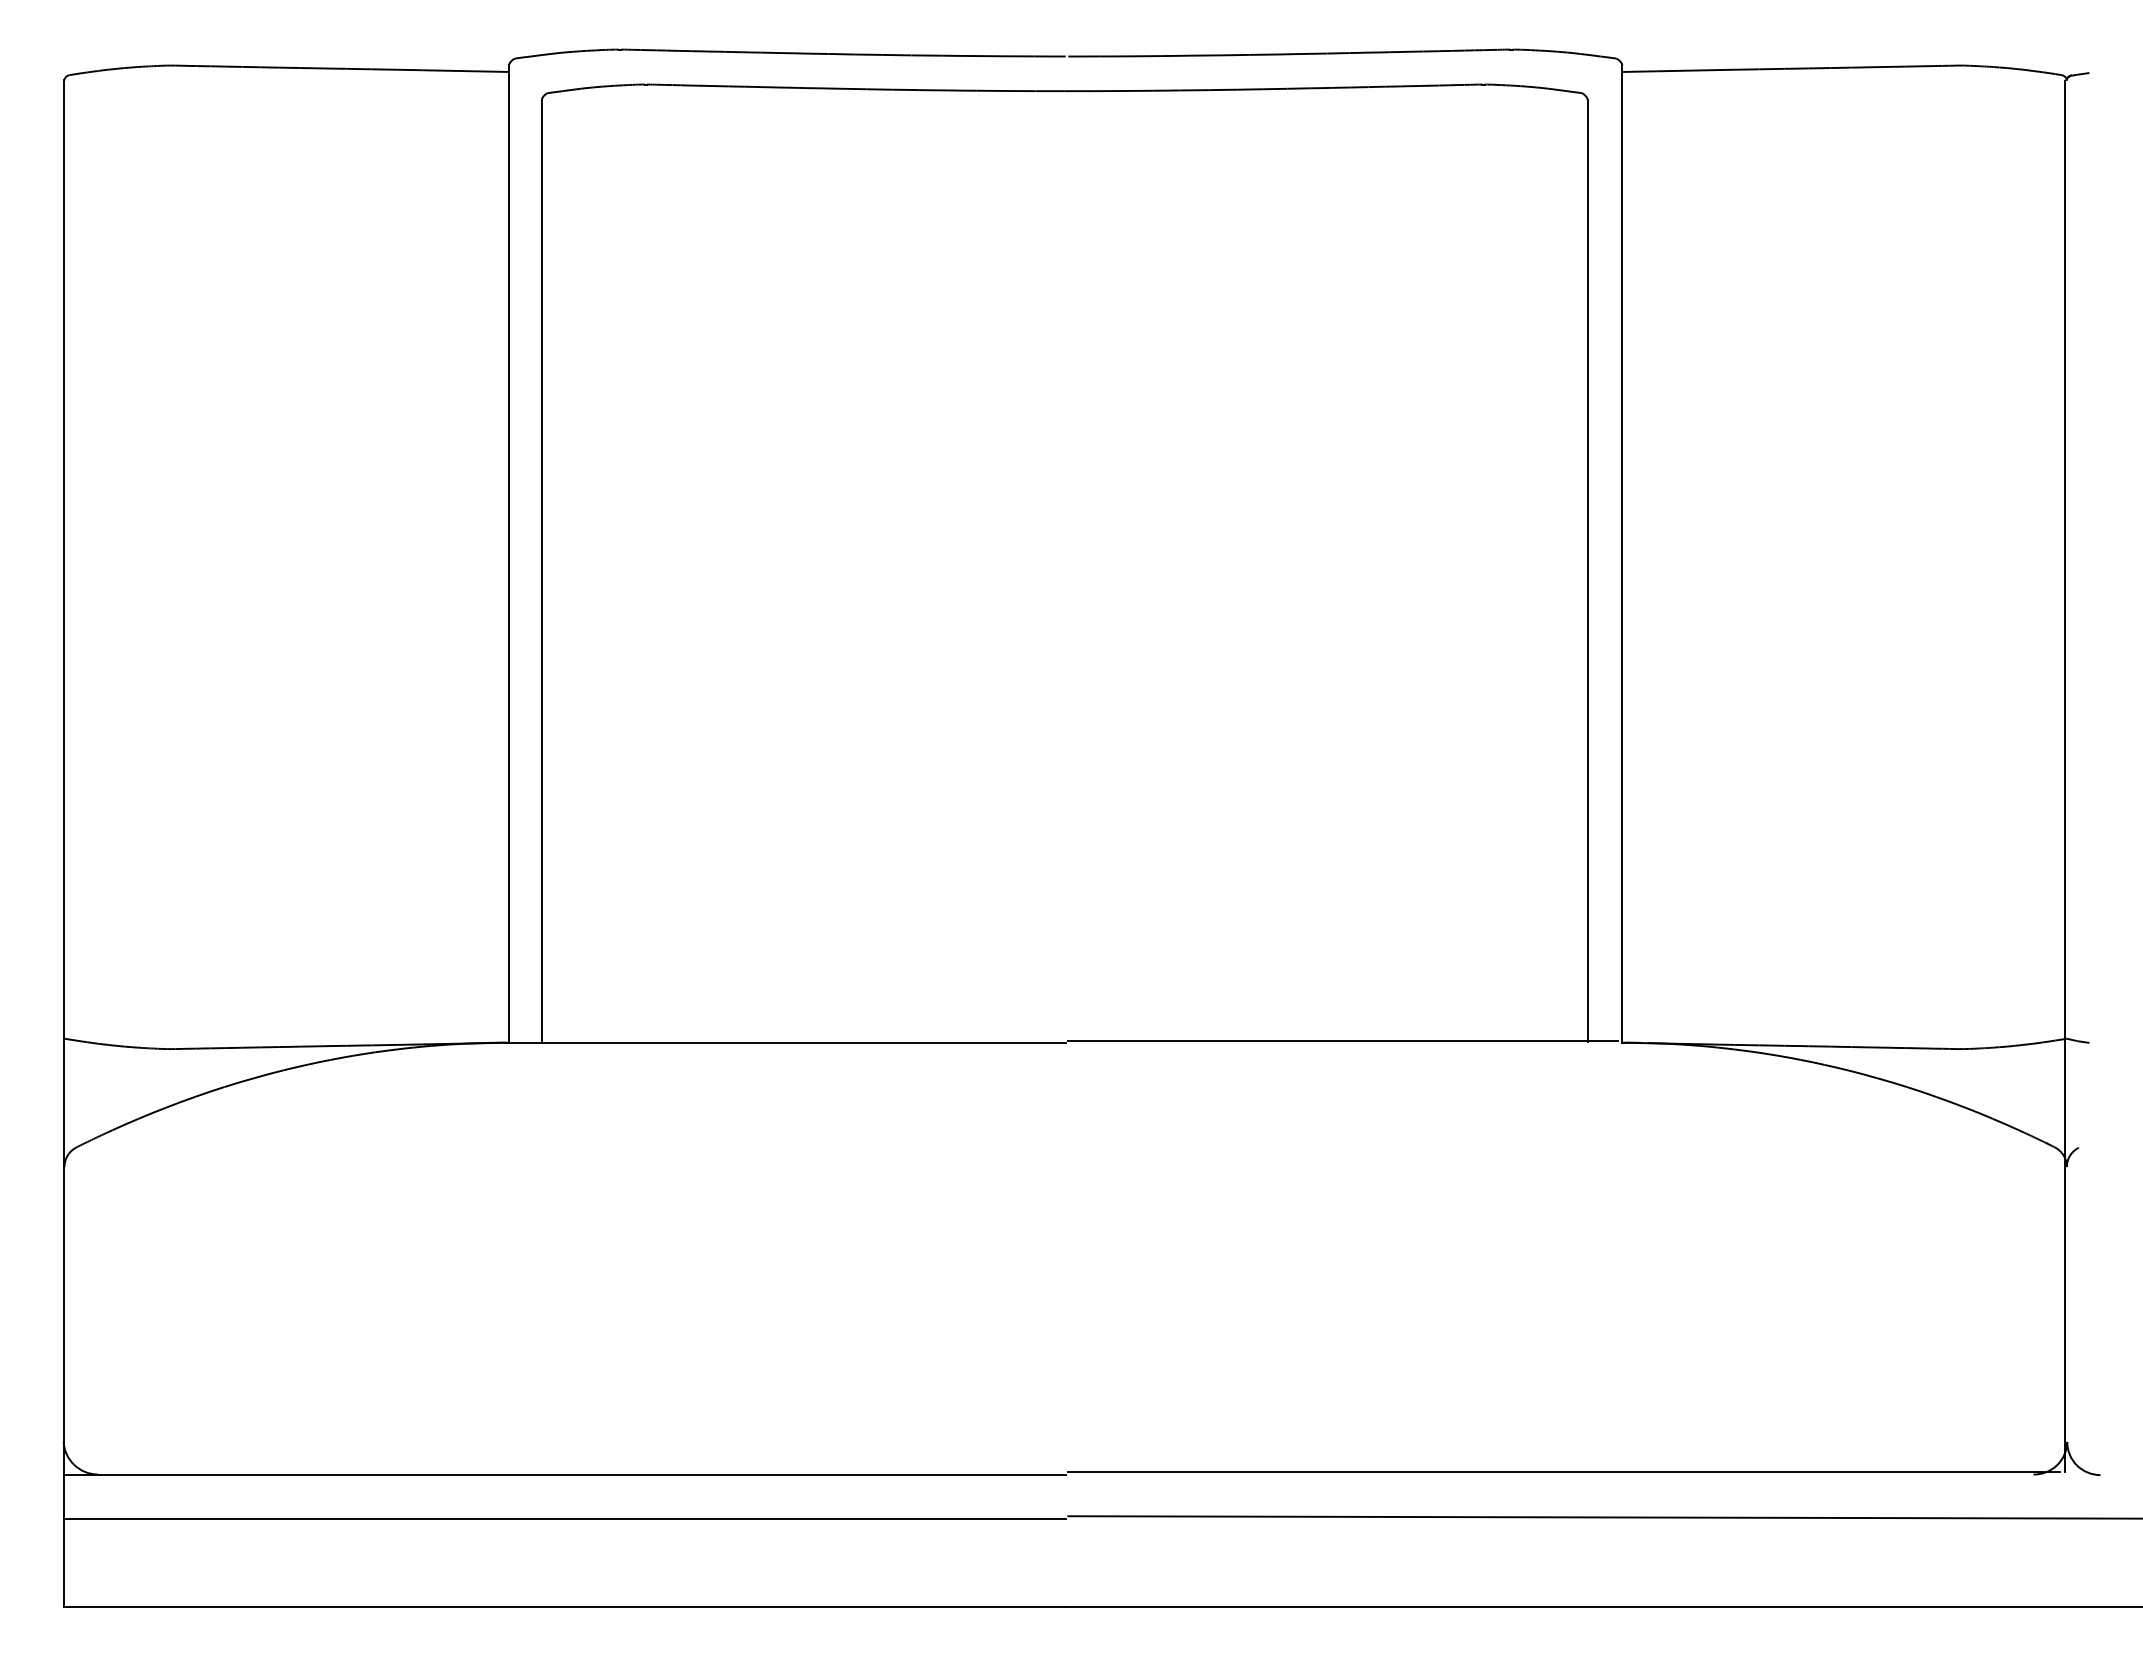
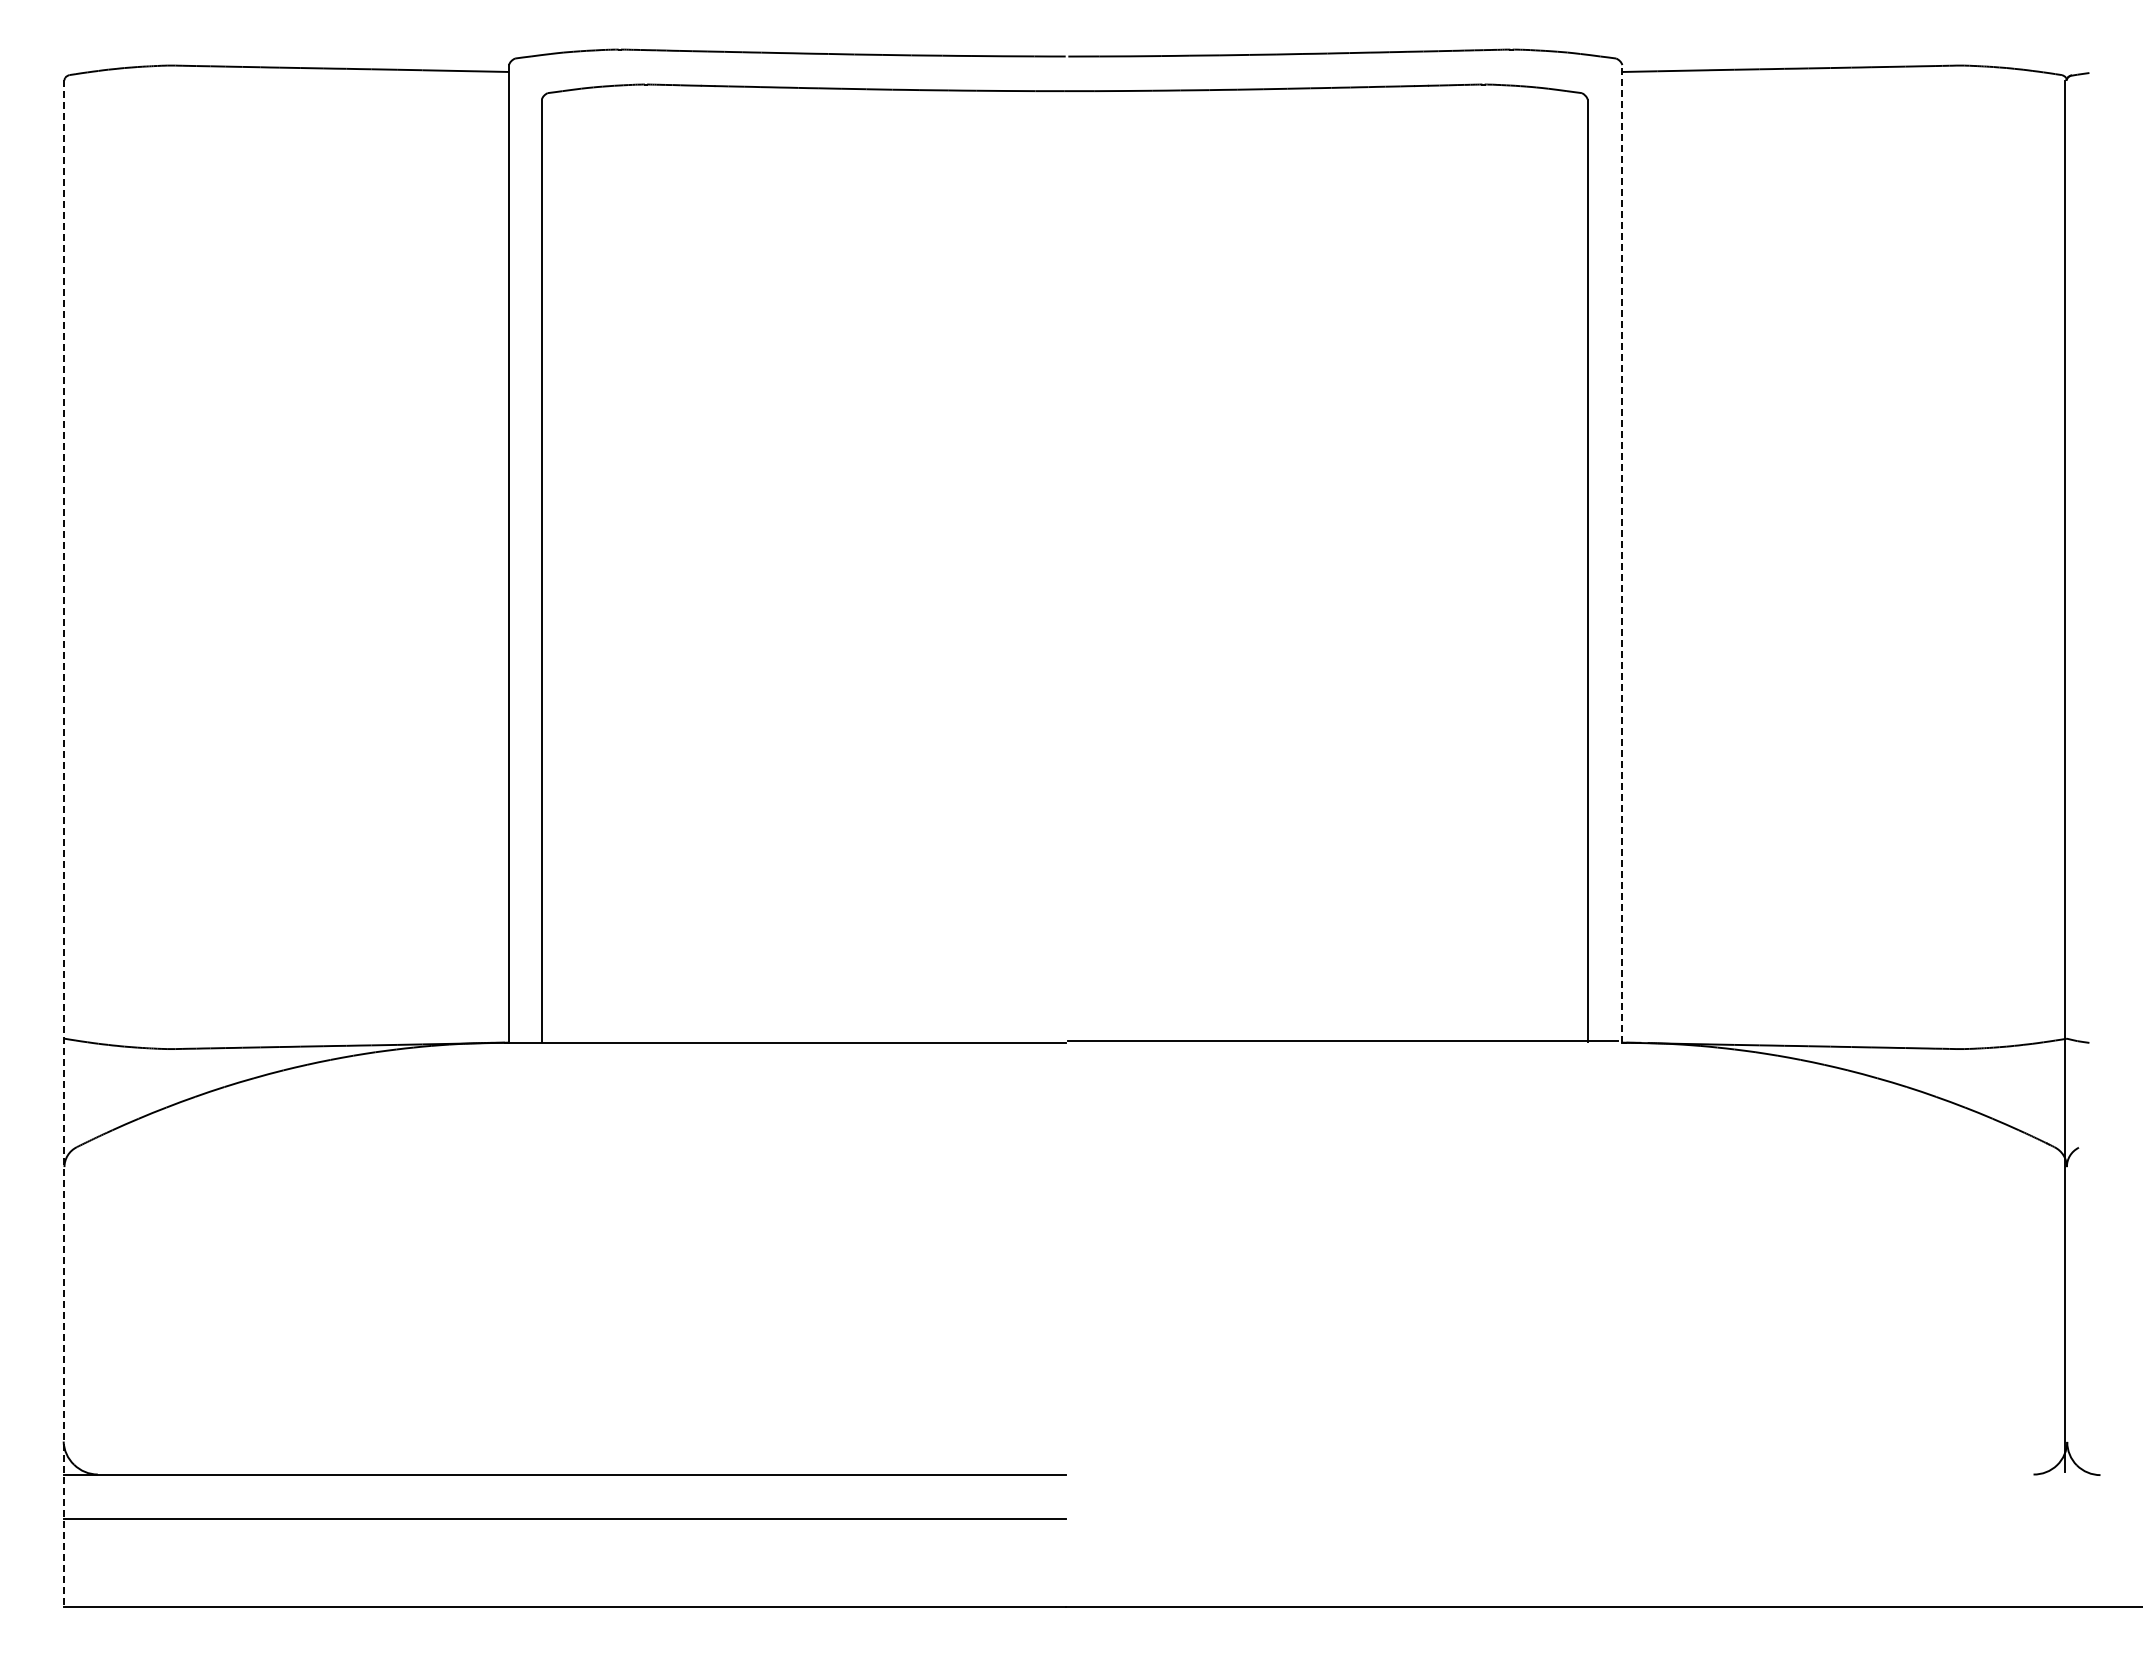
line at (1622, 553): solid -> dashed
line at (64, 843): solid -> dashed
line at (1564, 1472): present -> none
line at (1603, 1517): present -> none
